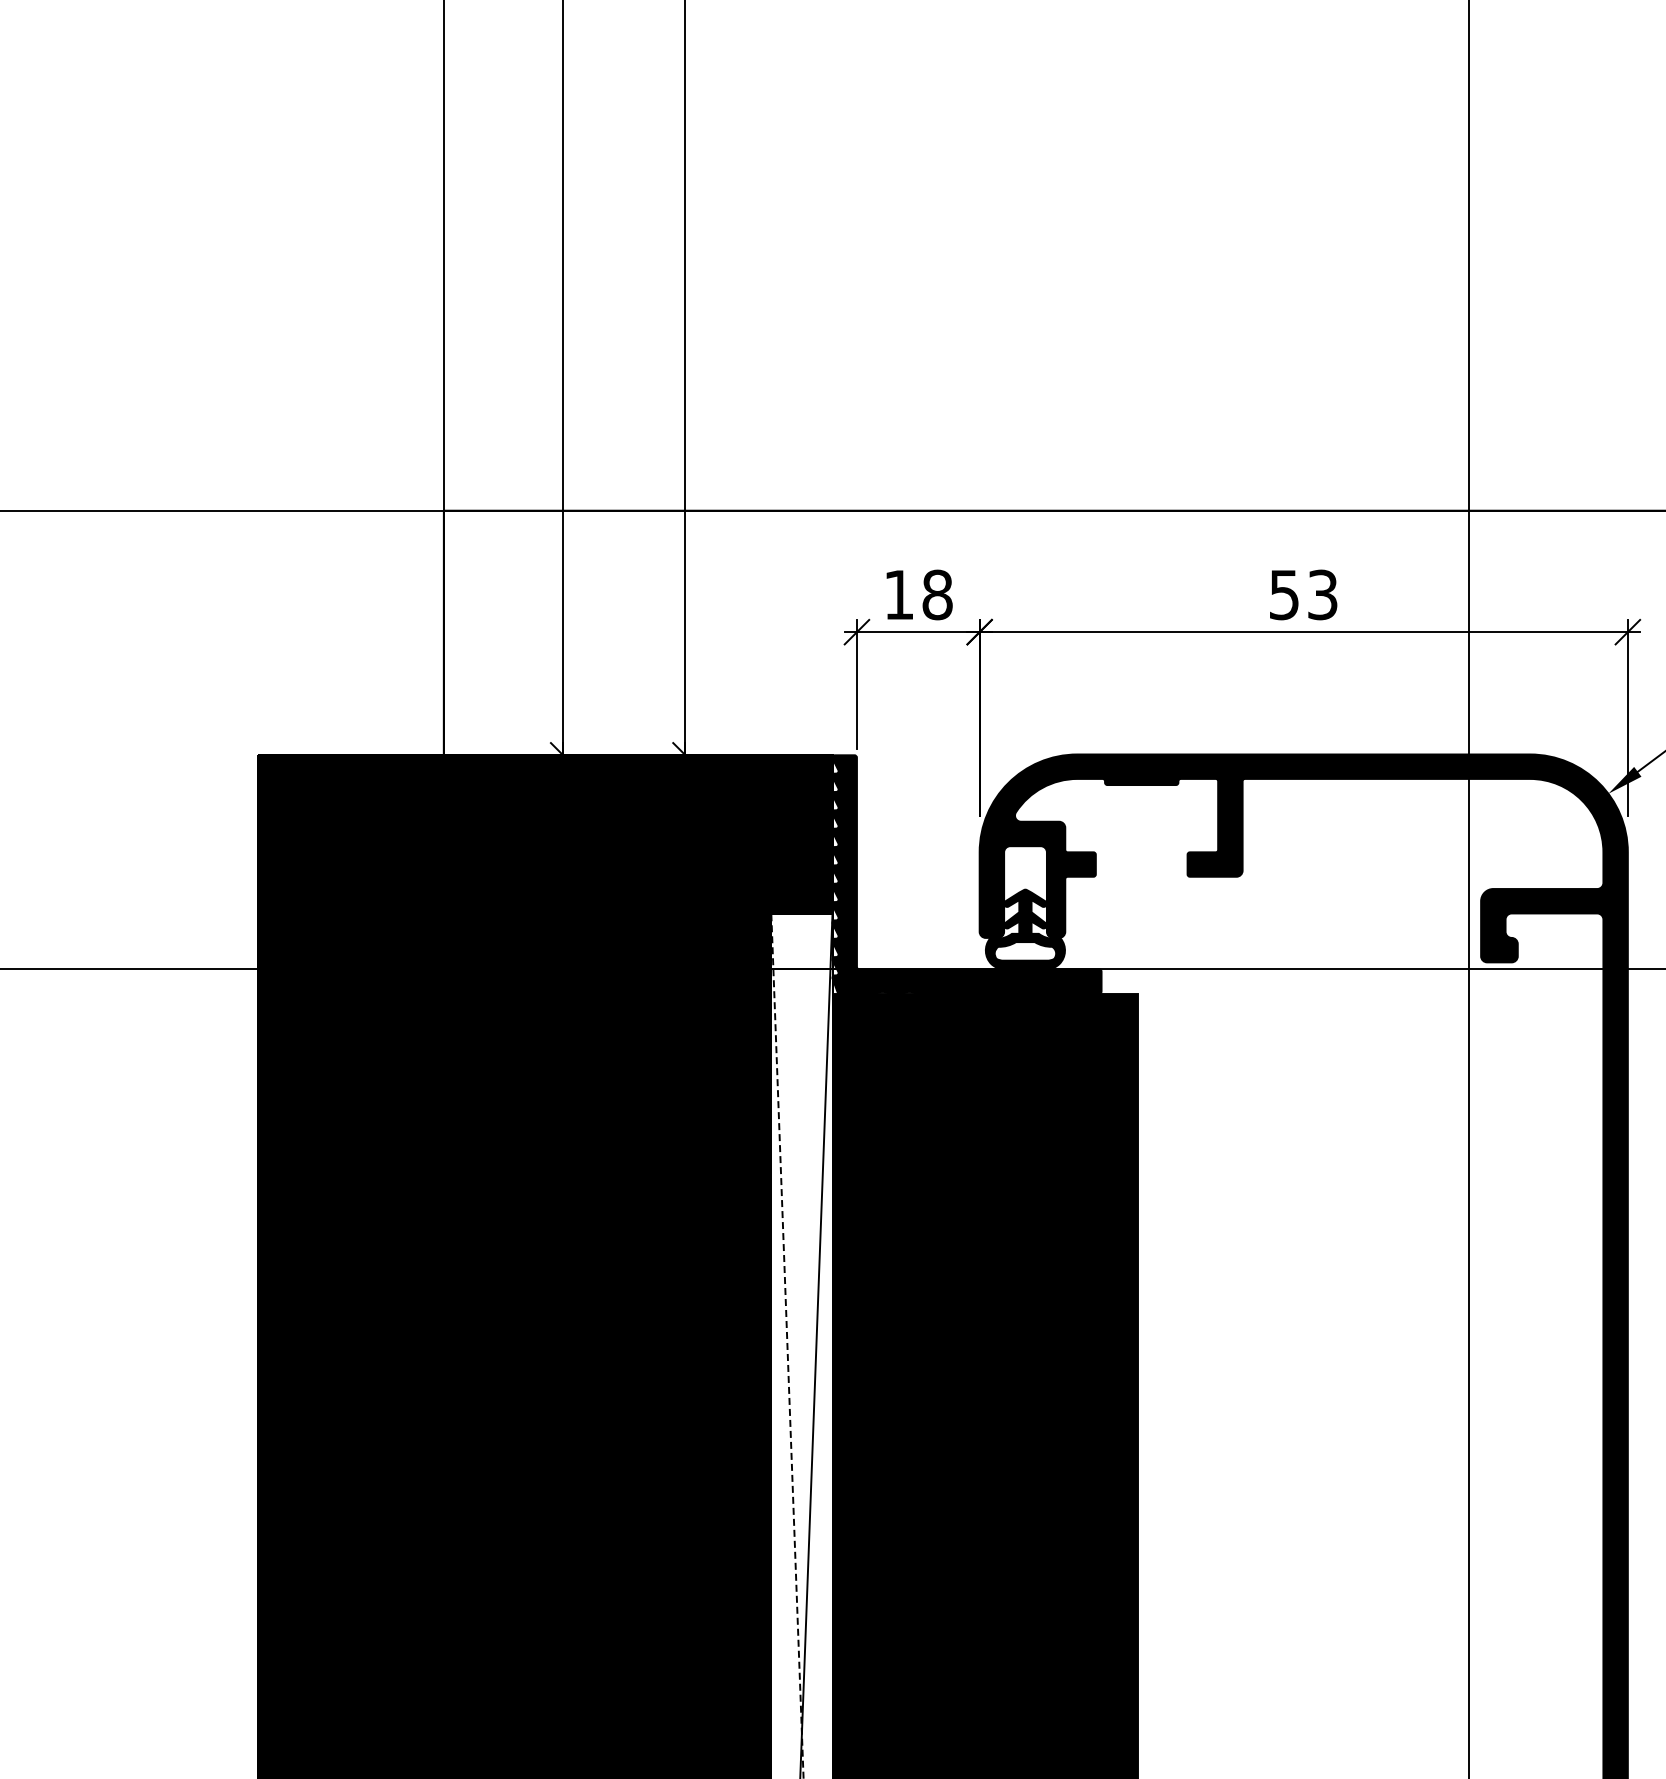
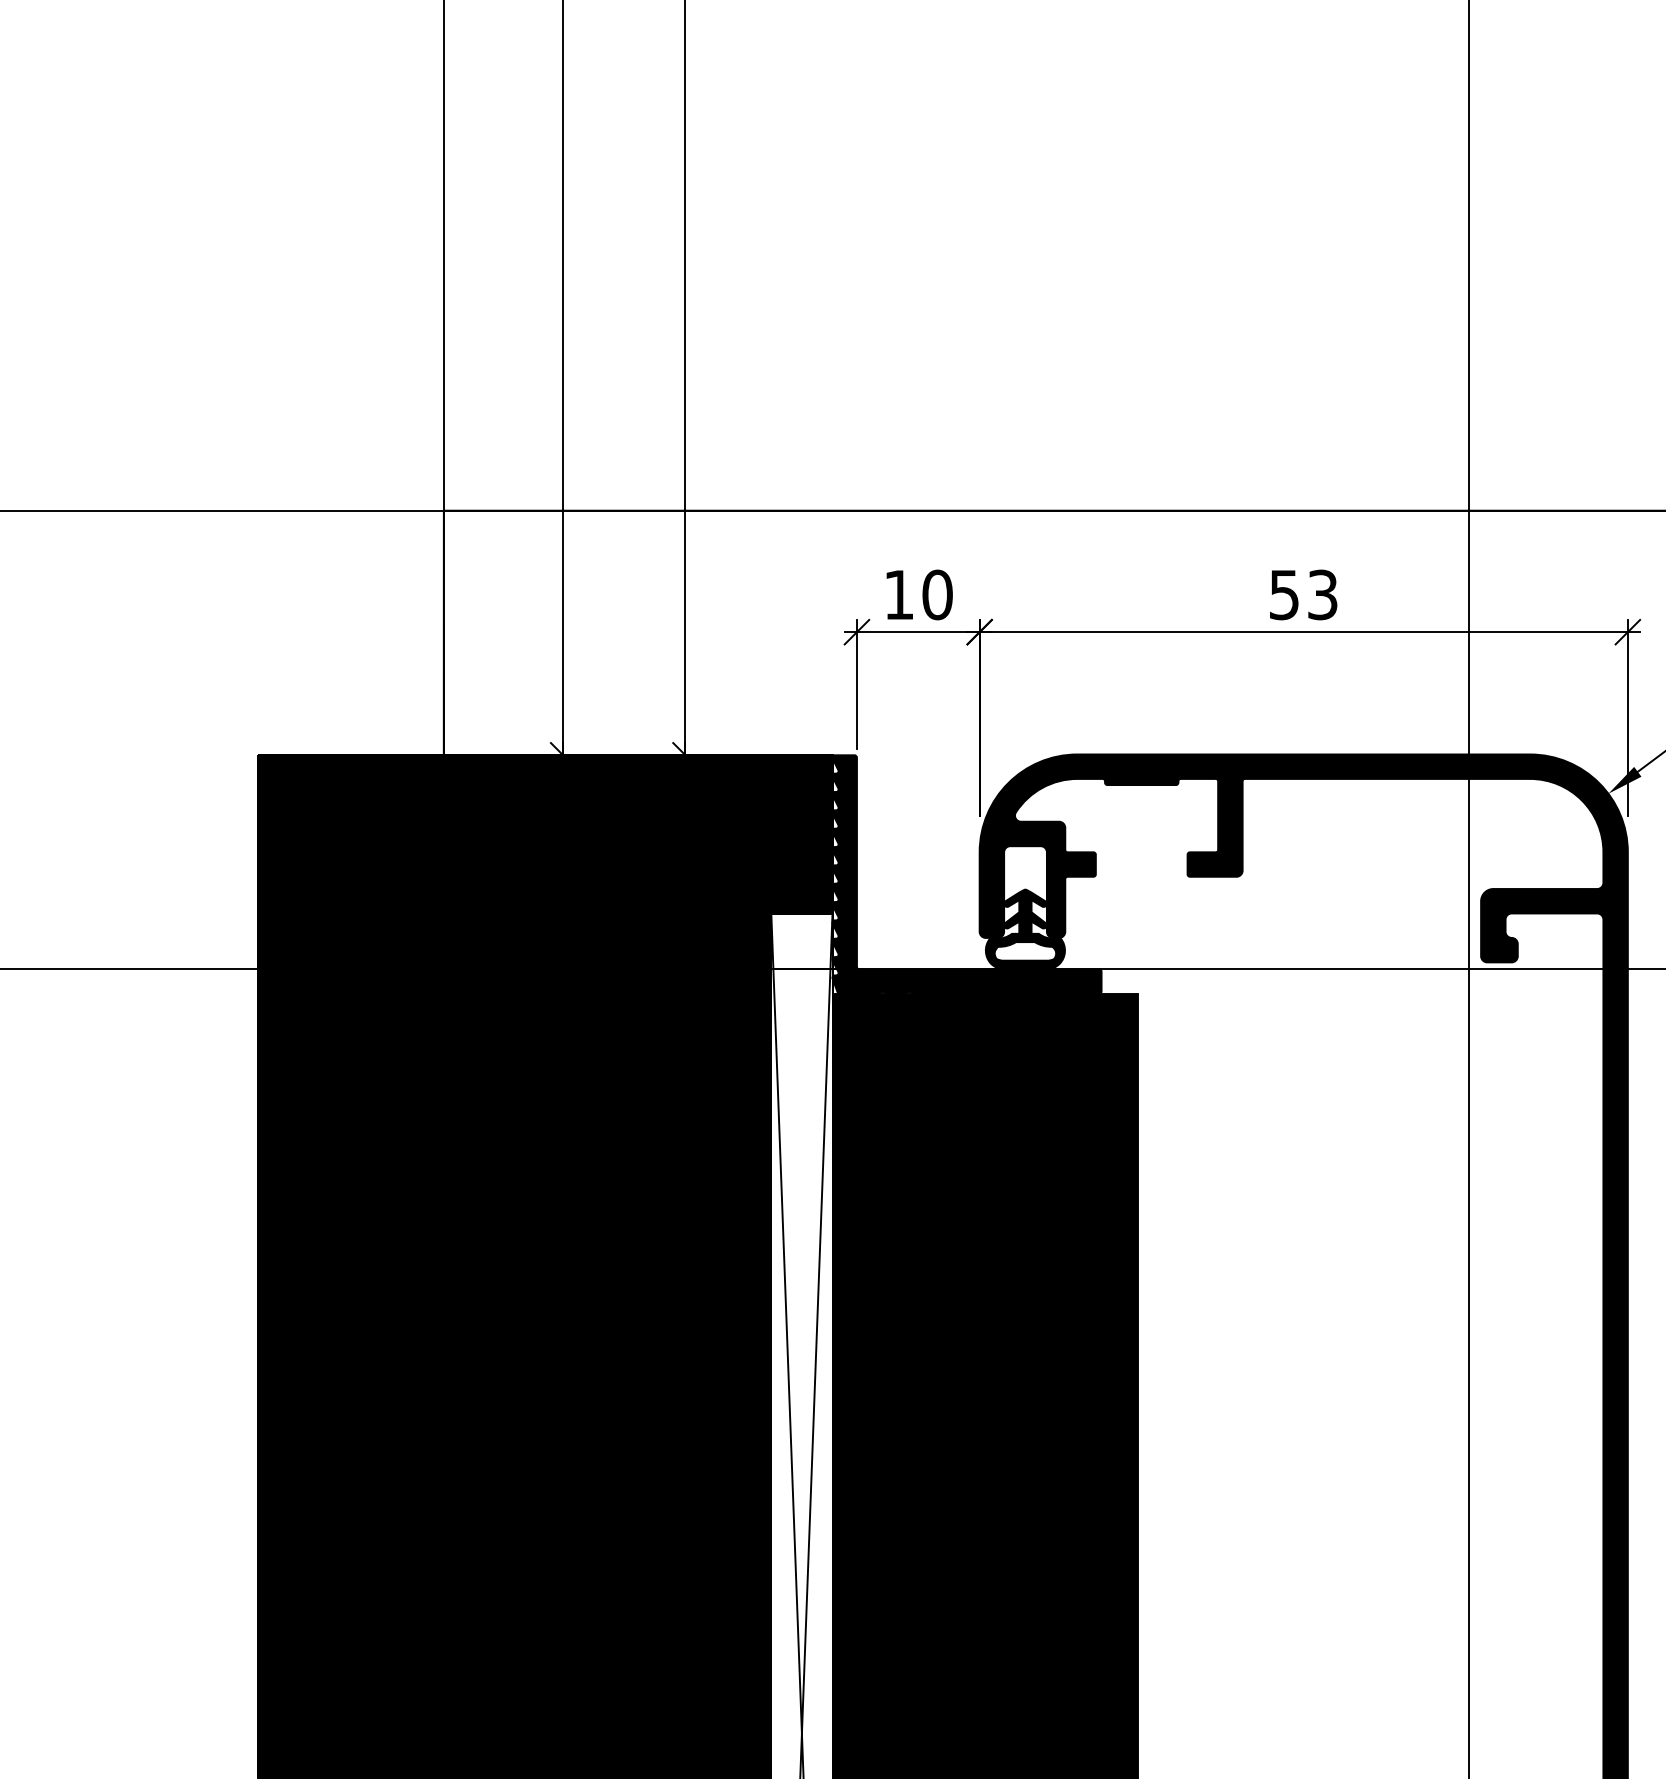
text at (937, 594): 18 -> 10
line at (787, 1346): dashed -> solid
